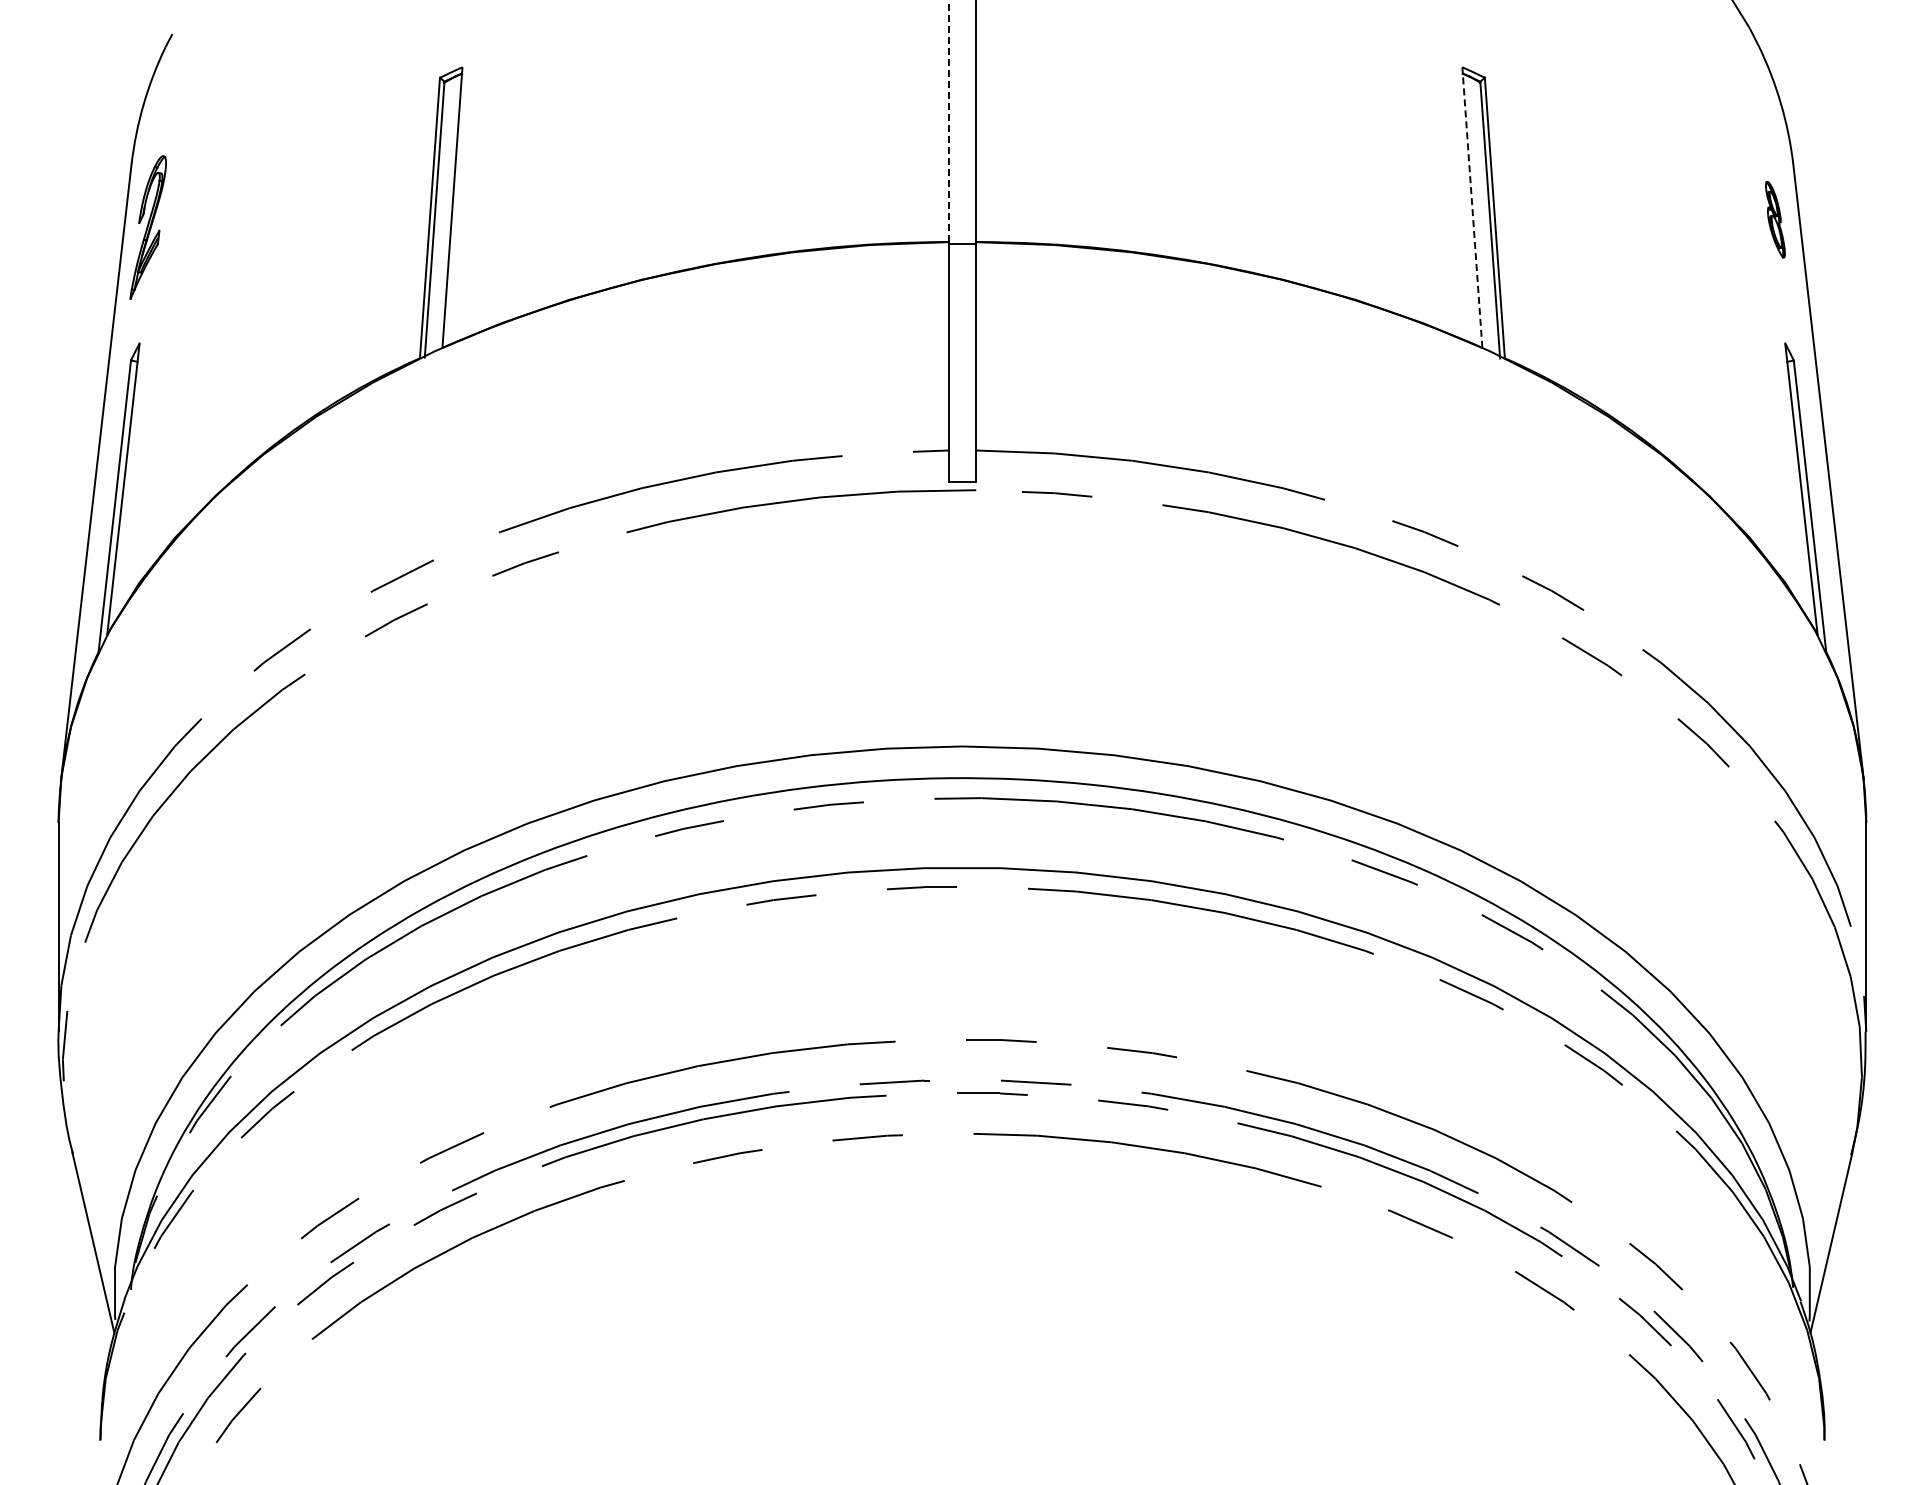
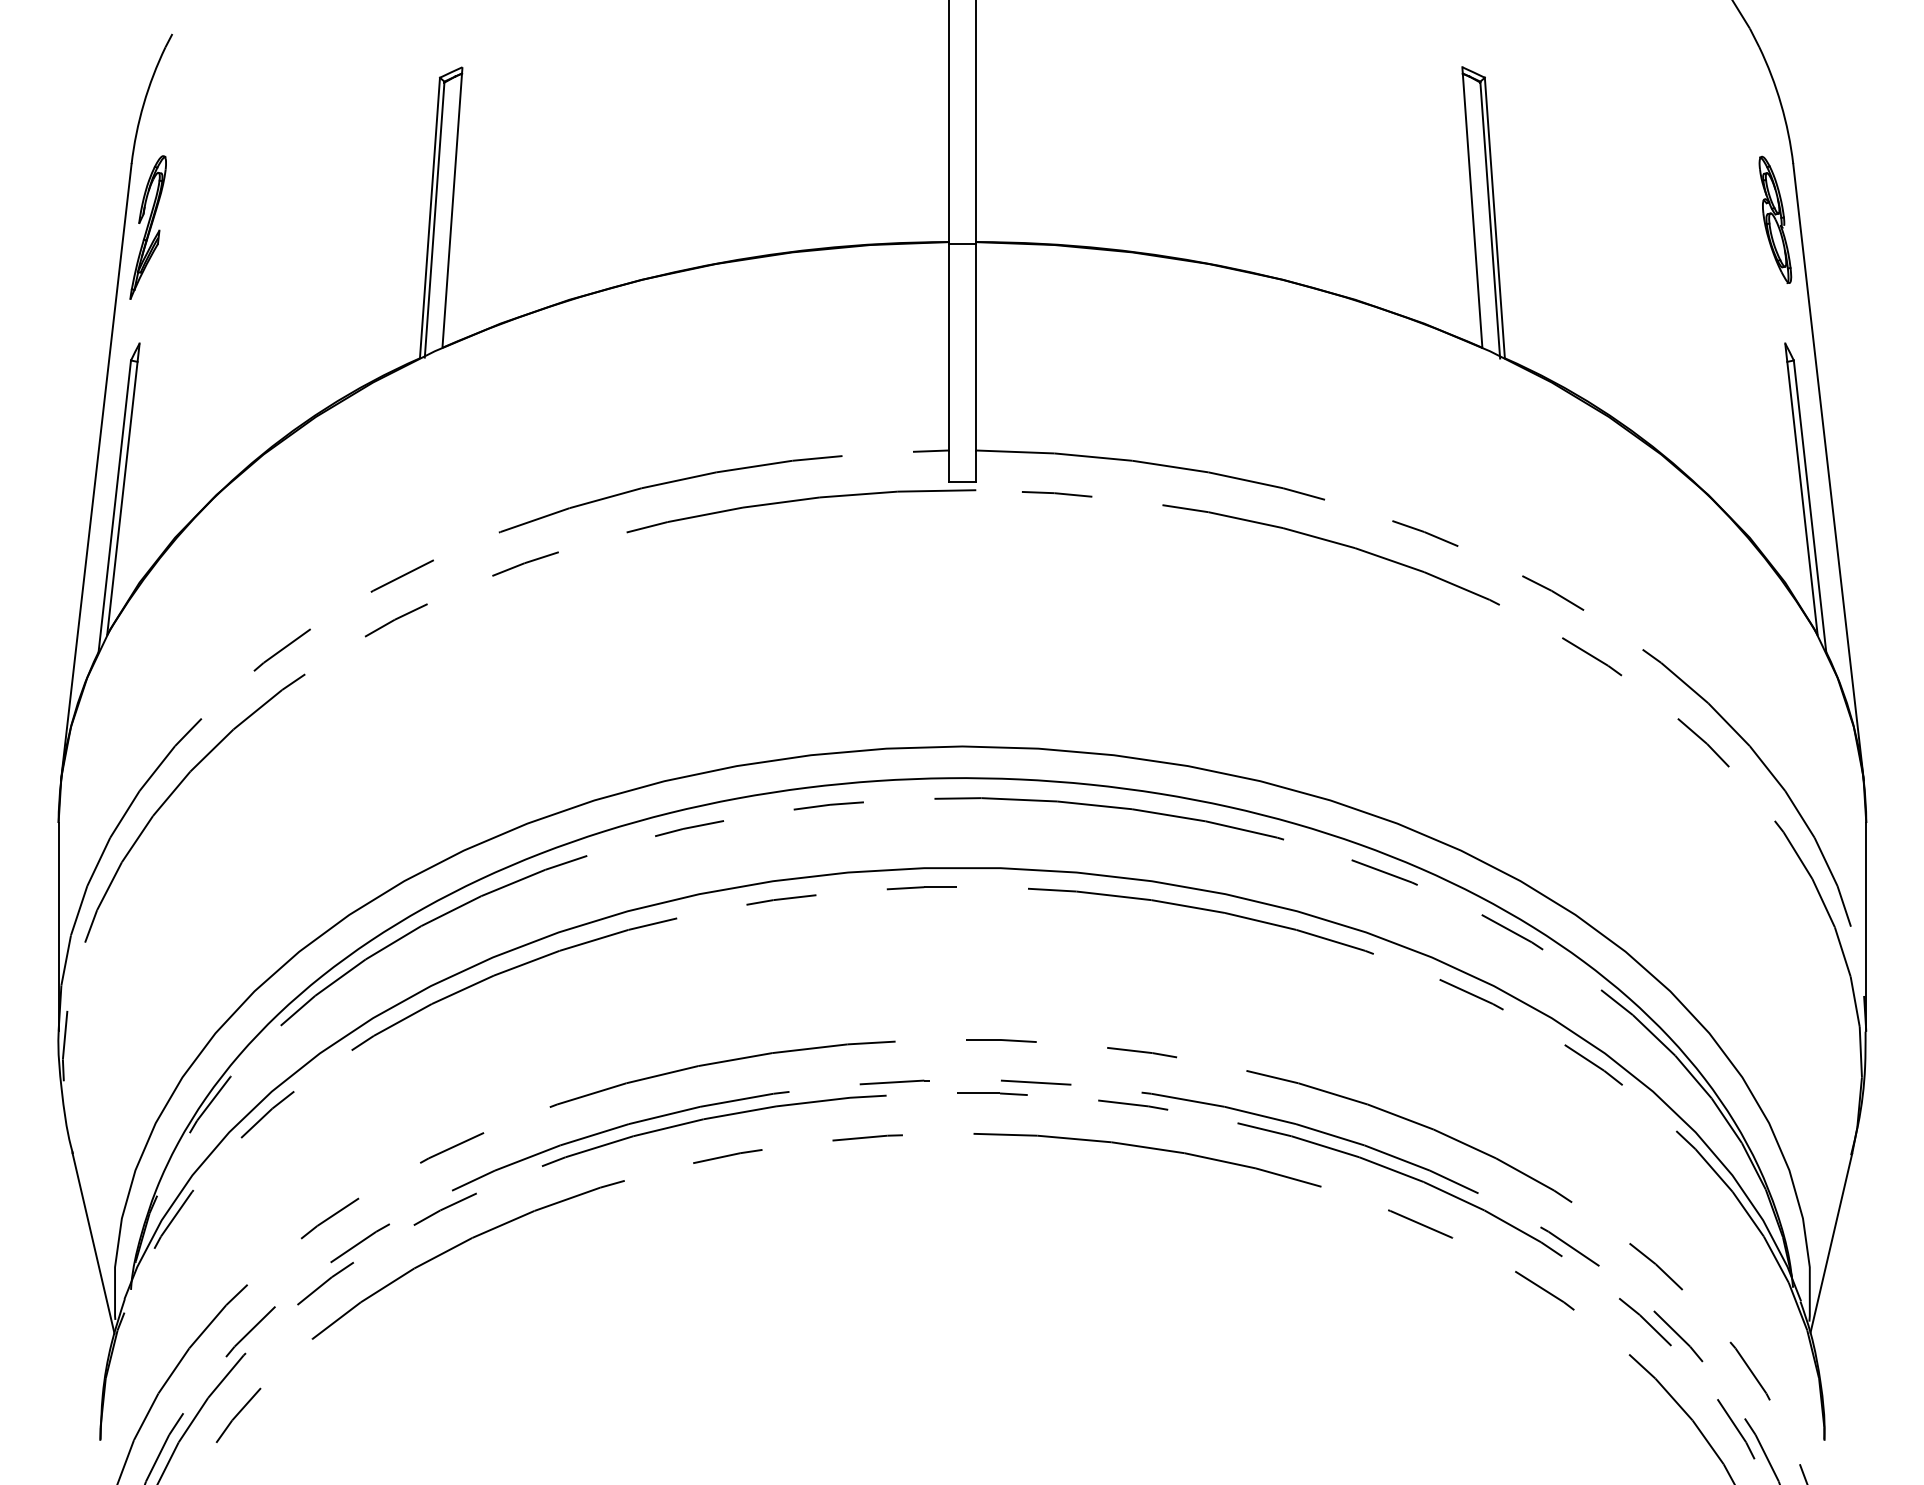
line at (948, 121): dashed -> solid
line at (1472, 207): dashed -> solid
part at (1775, 219) size: 21x78 px -> 35x129 px
